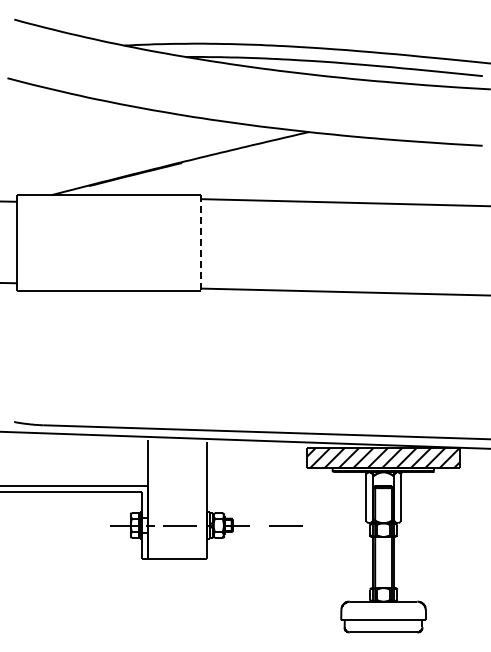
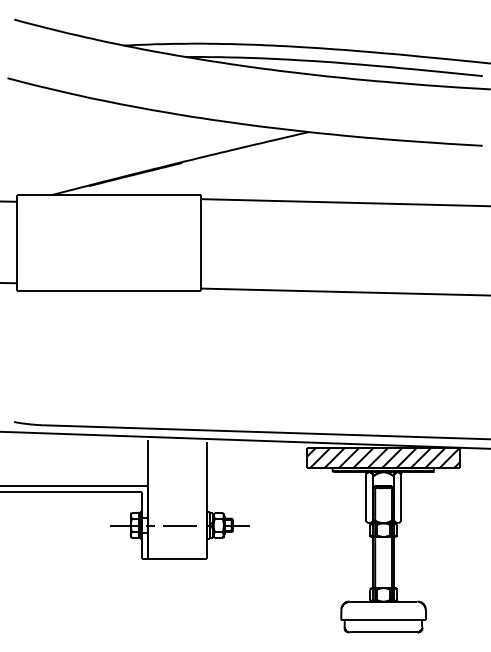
line at (201, 243): dashed -> solid
line at (285, 525): present -> none
